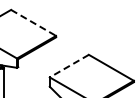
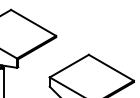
line at (33, 22): dashed -> solid
line at (69, 66): dashed -> solid
